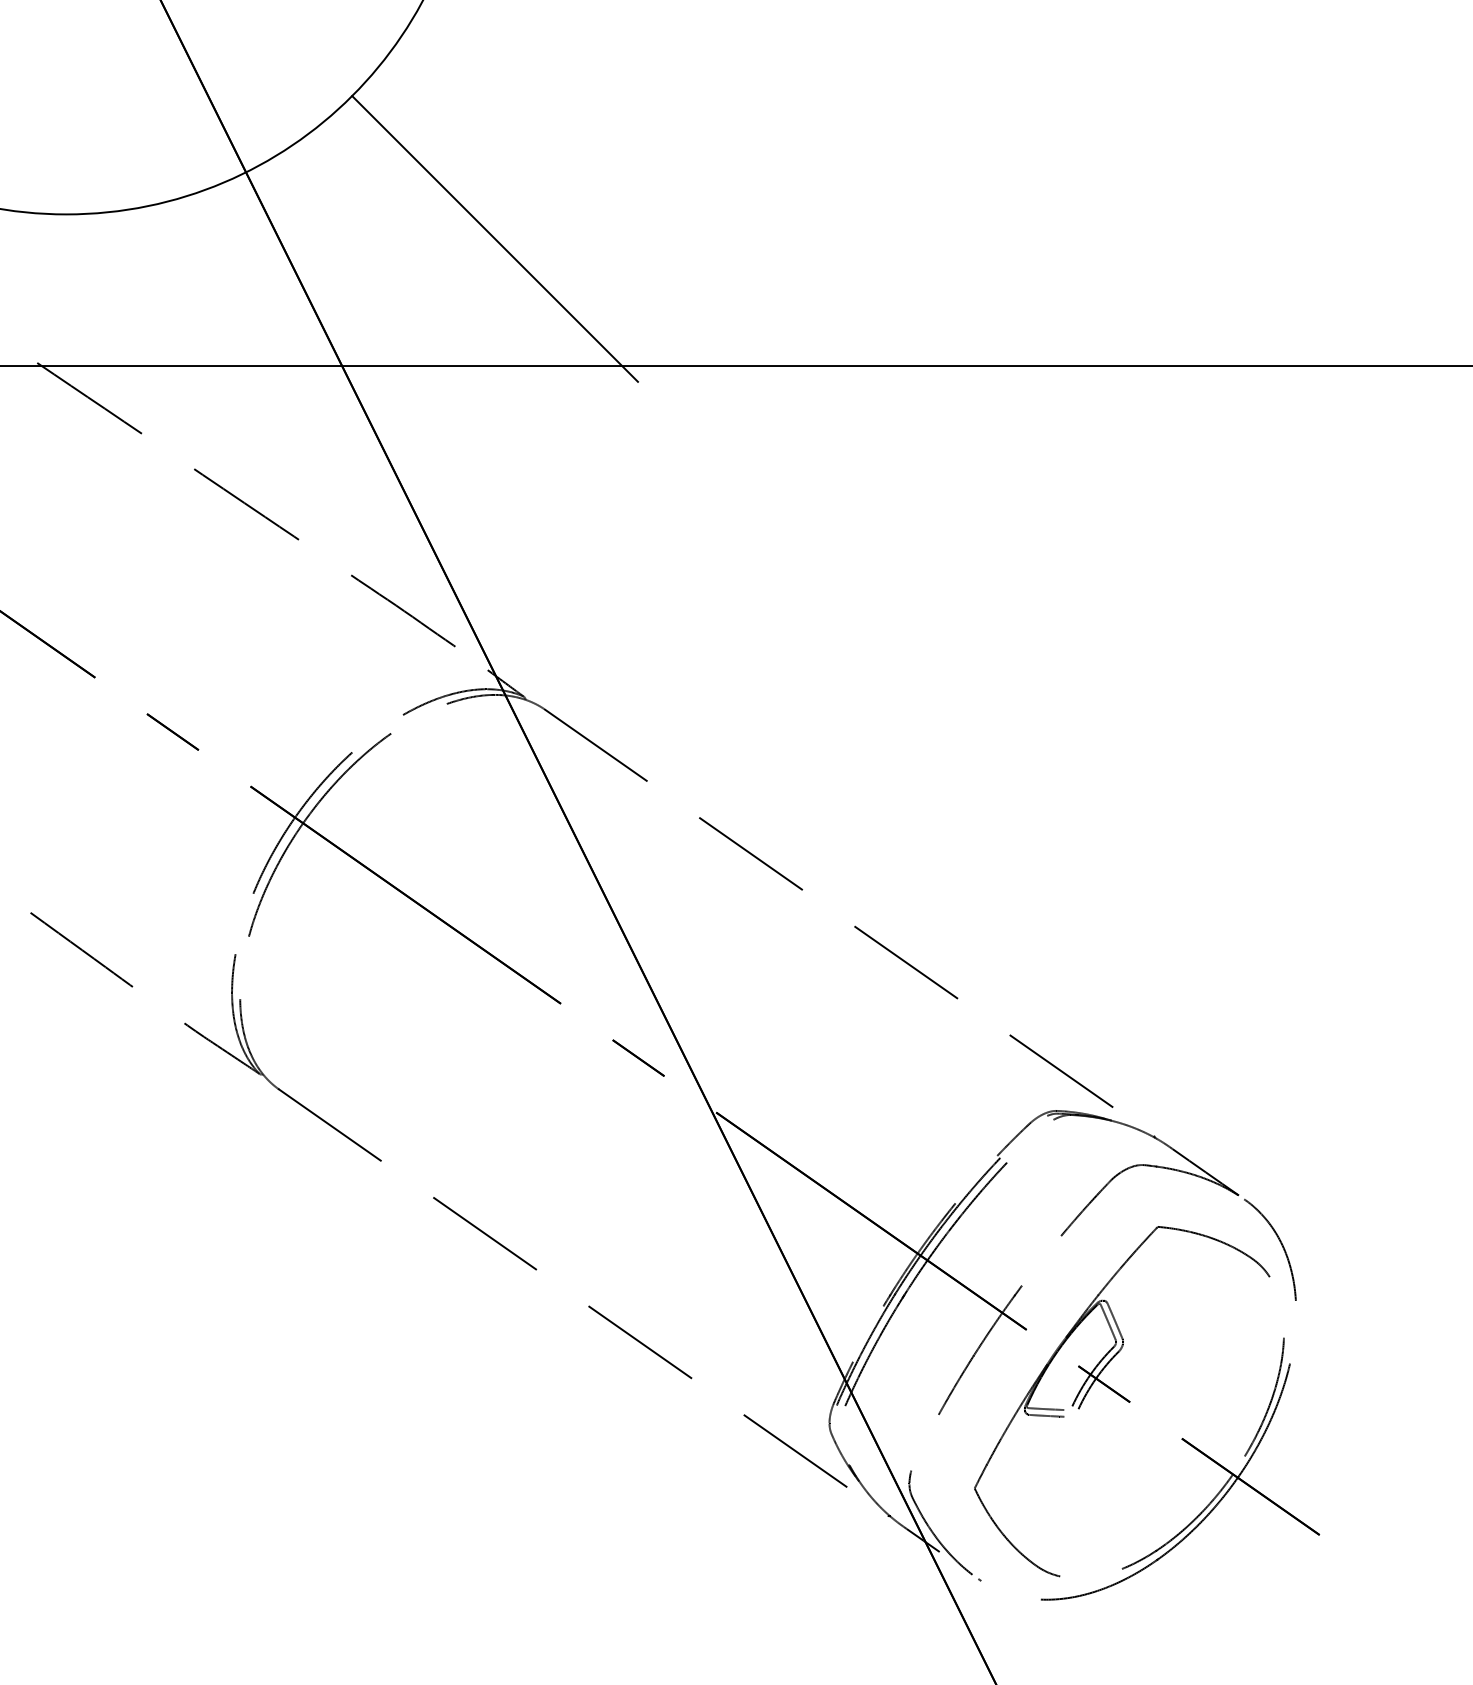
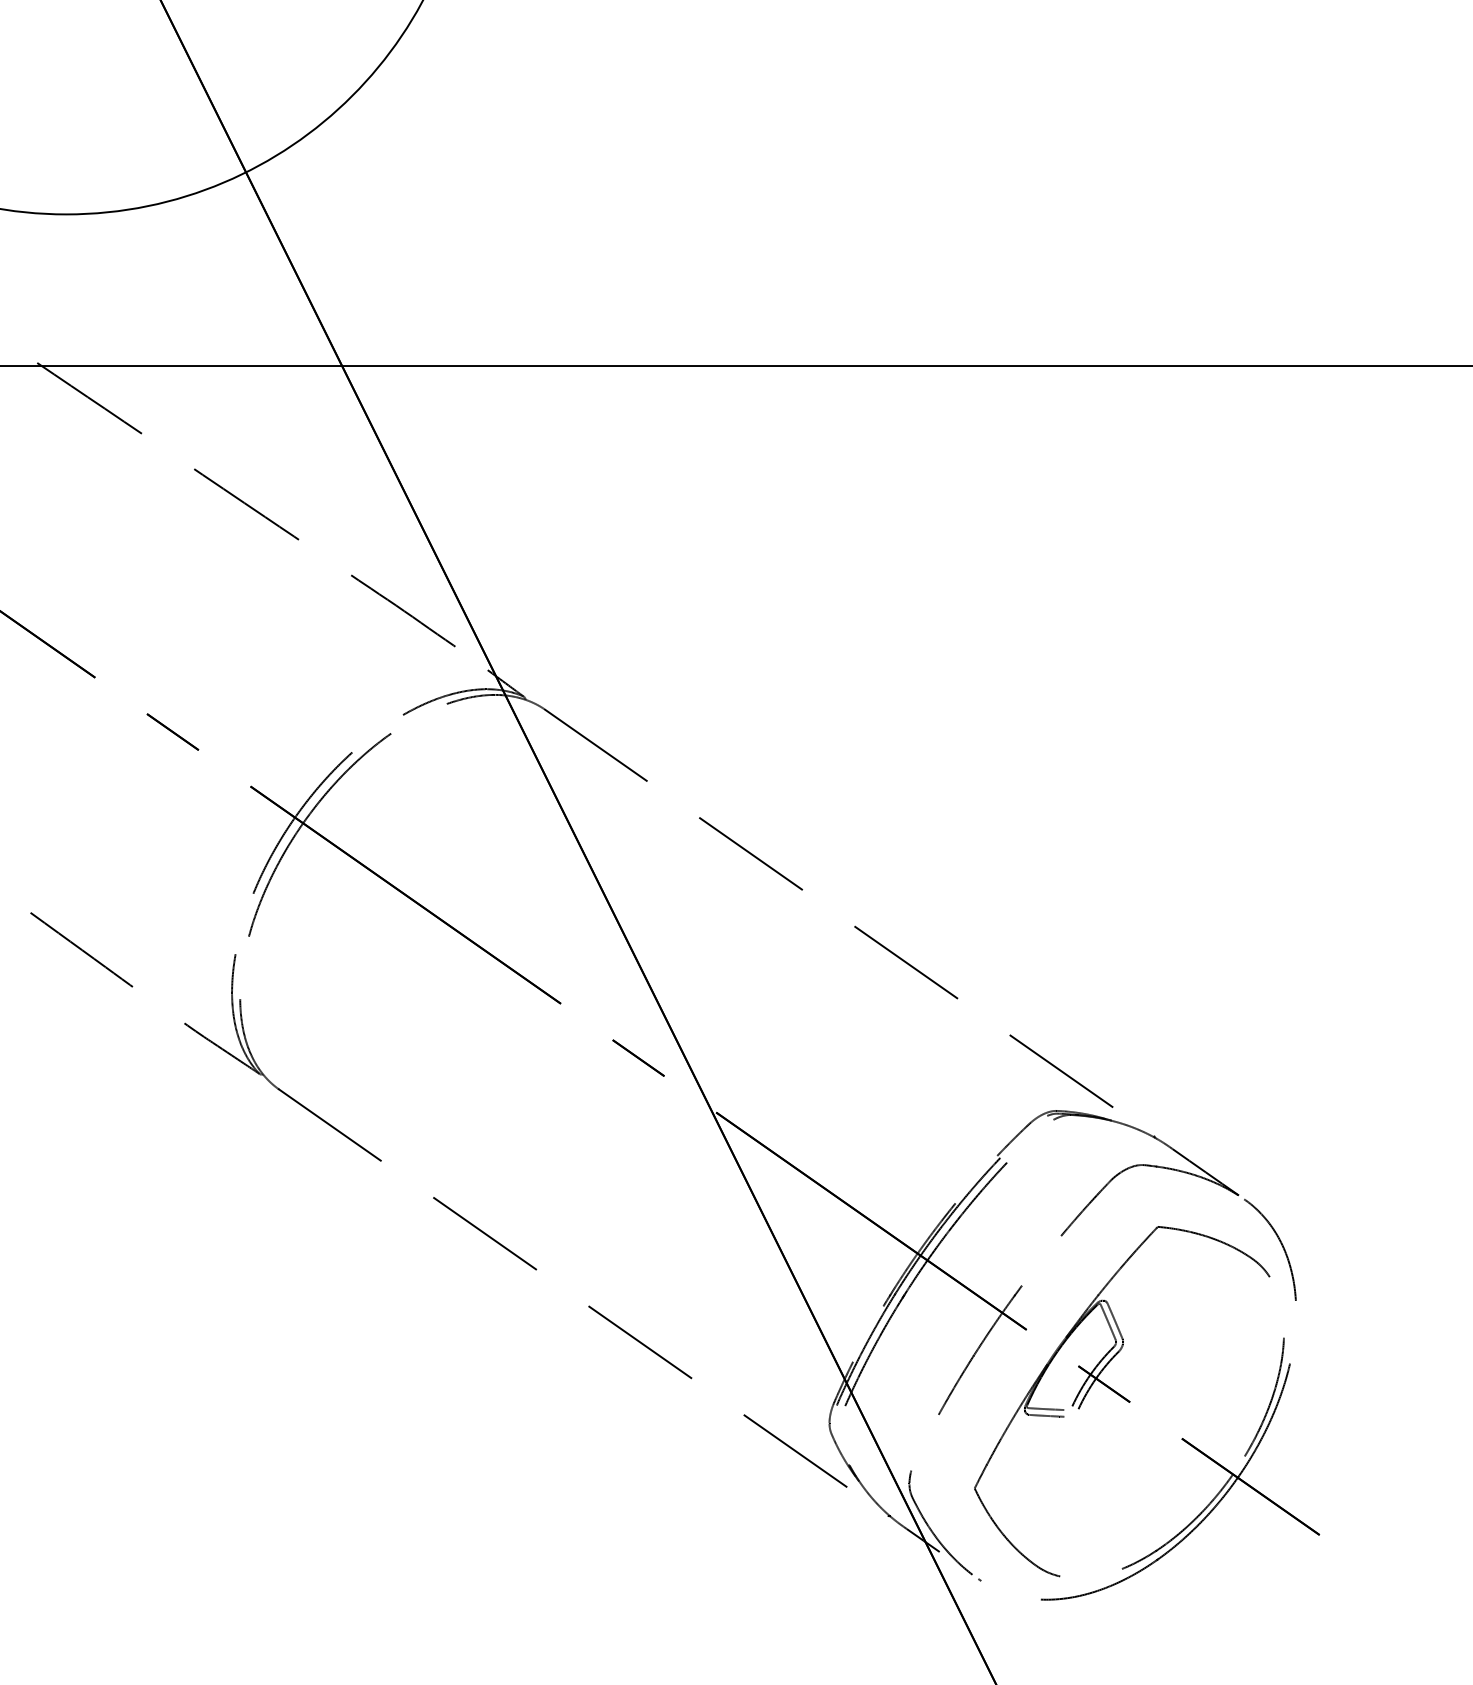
line at (495, 238): present -> none
